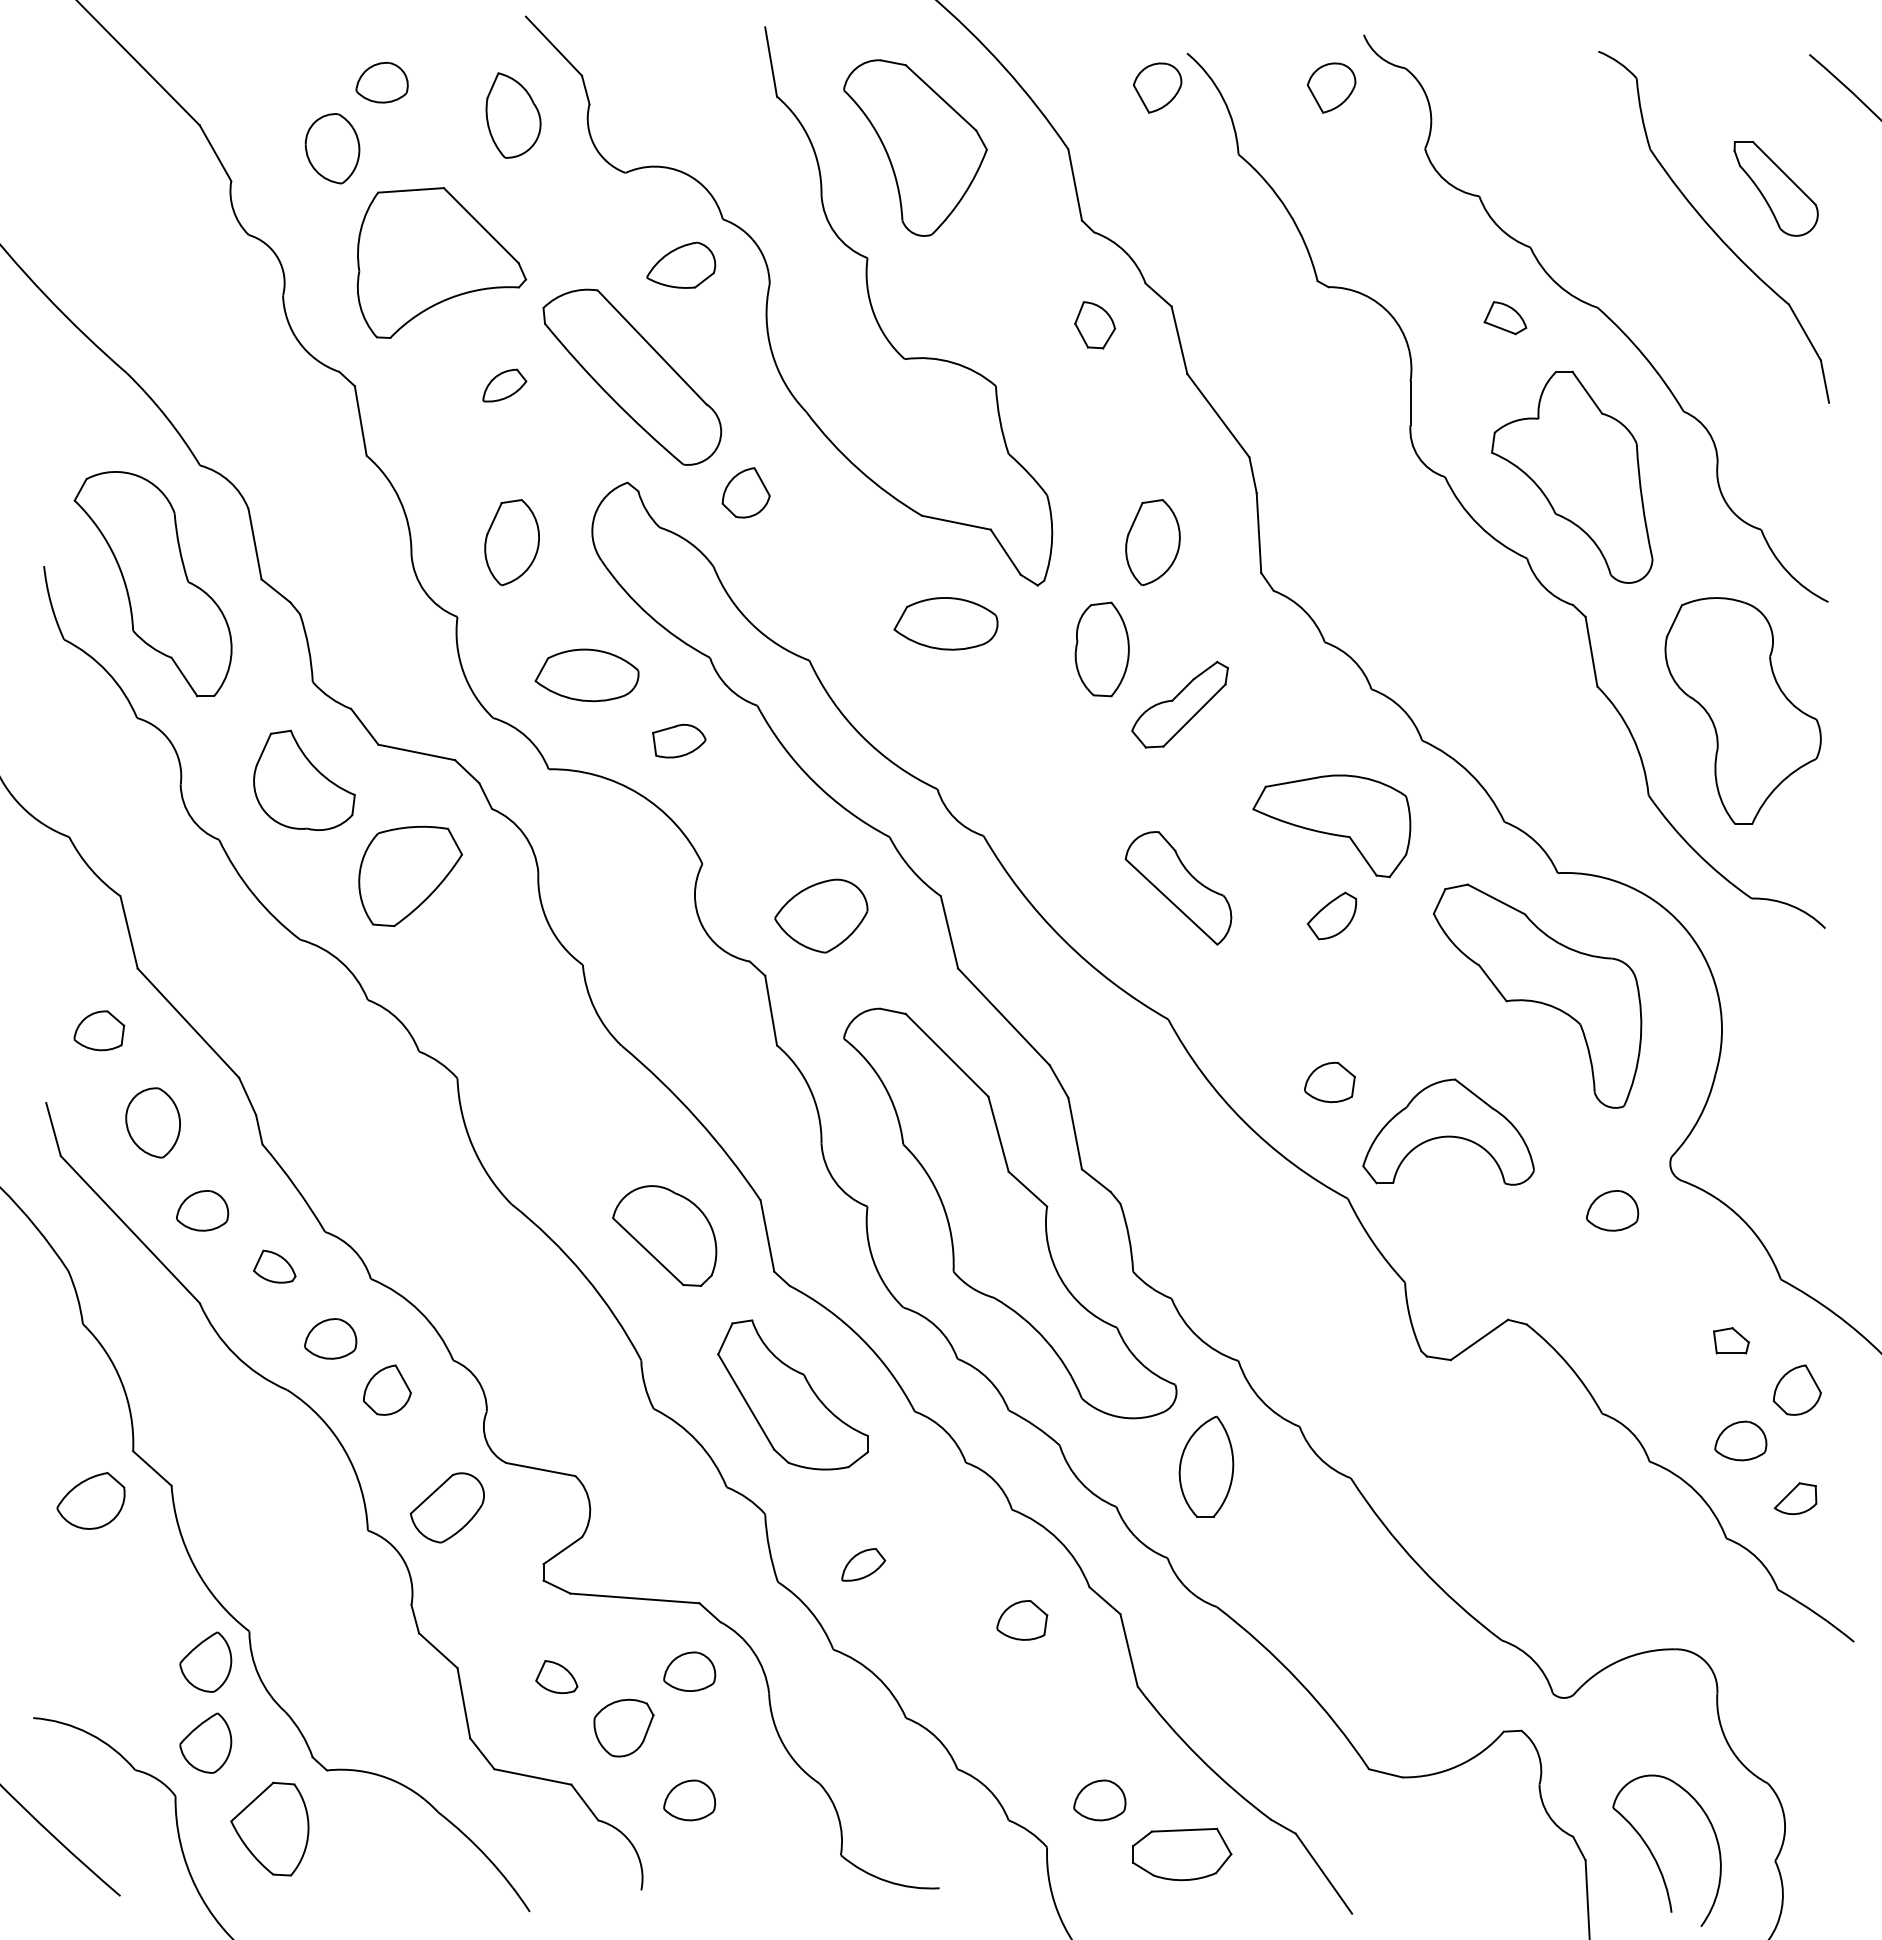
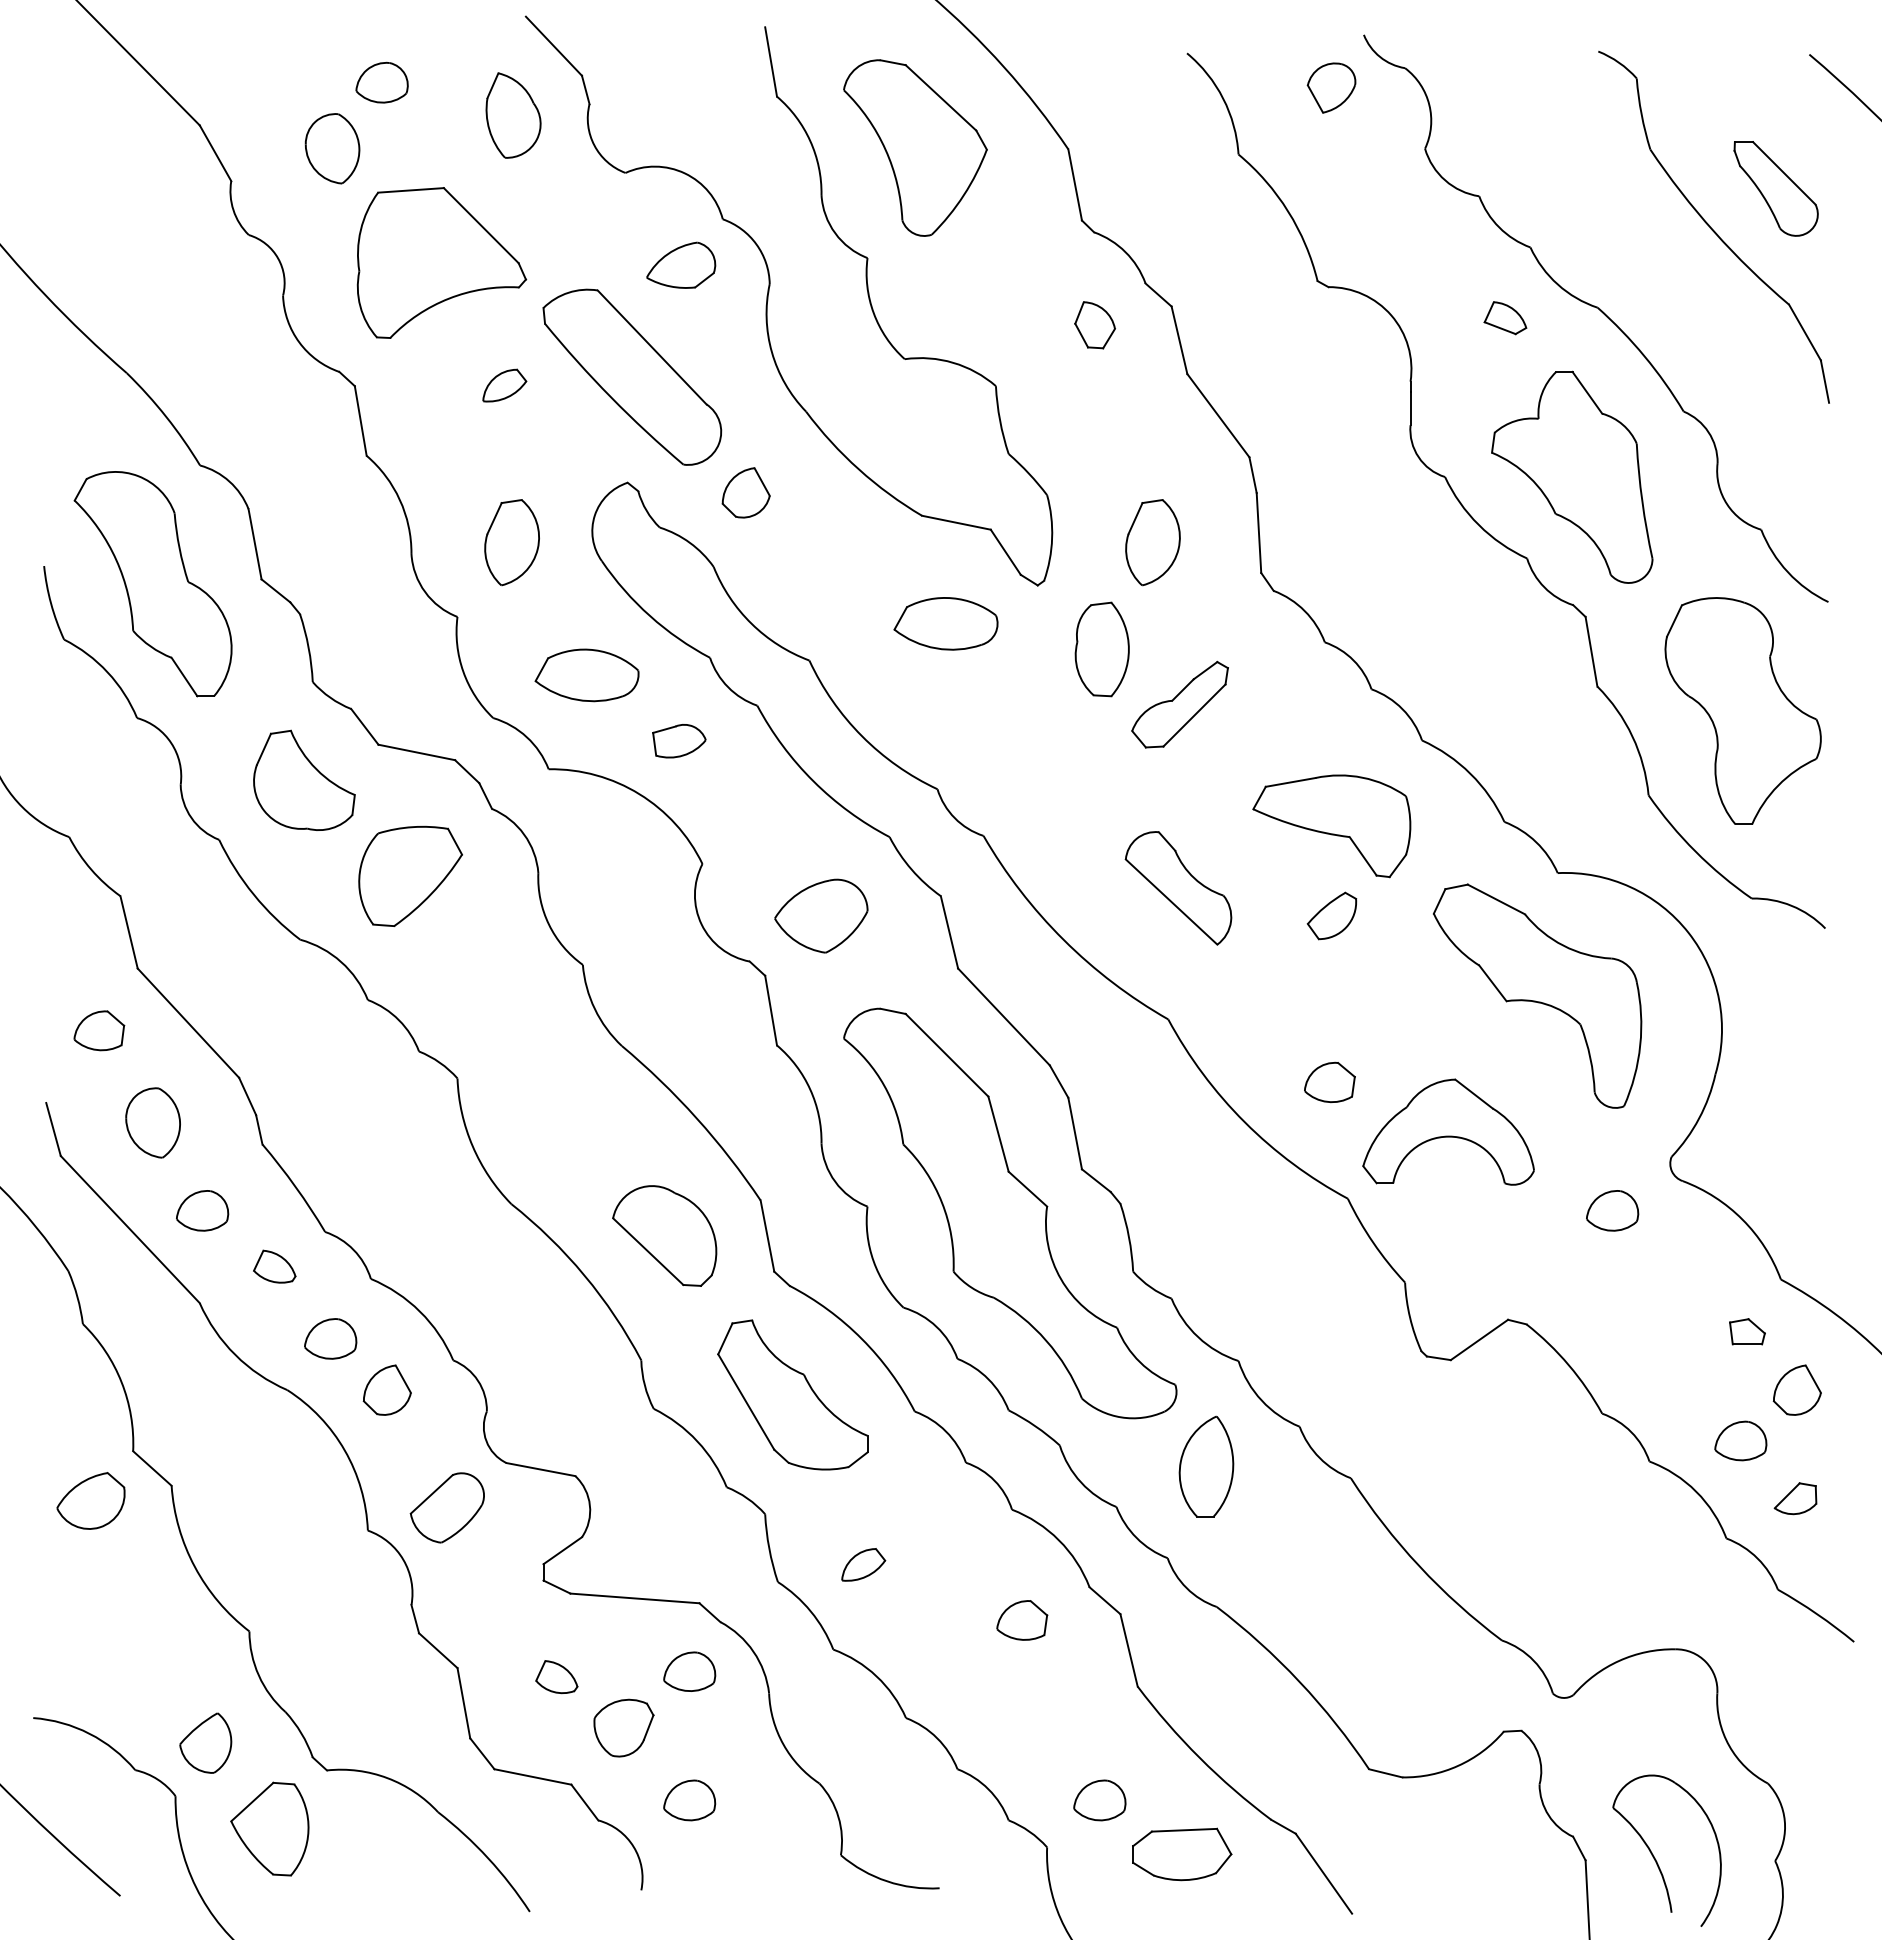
part at (1157, 87): present -> none
part at (1731, 1340) position: (1731, 1340) -> (1747, 1331)
part at (205, 1661): present -> none
